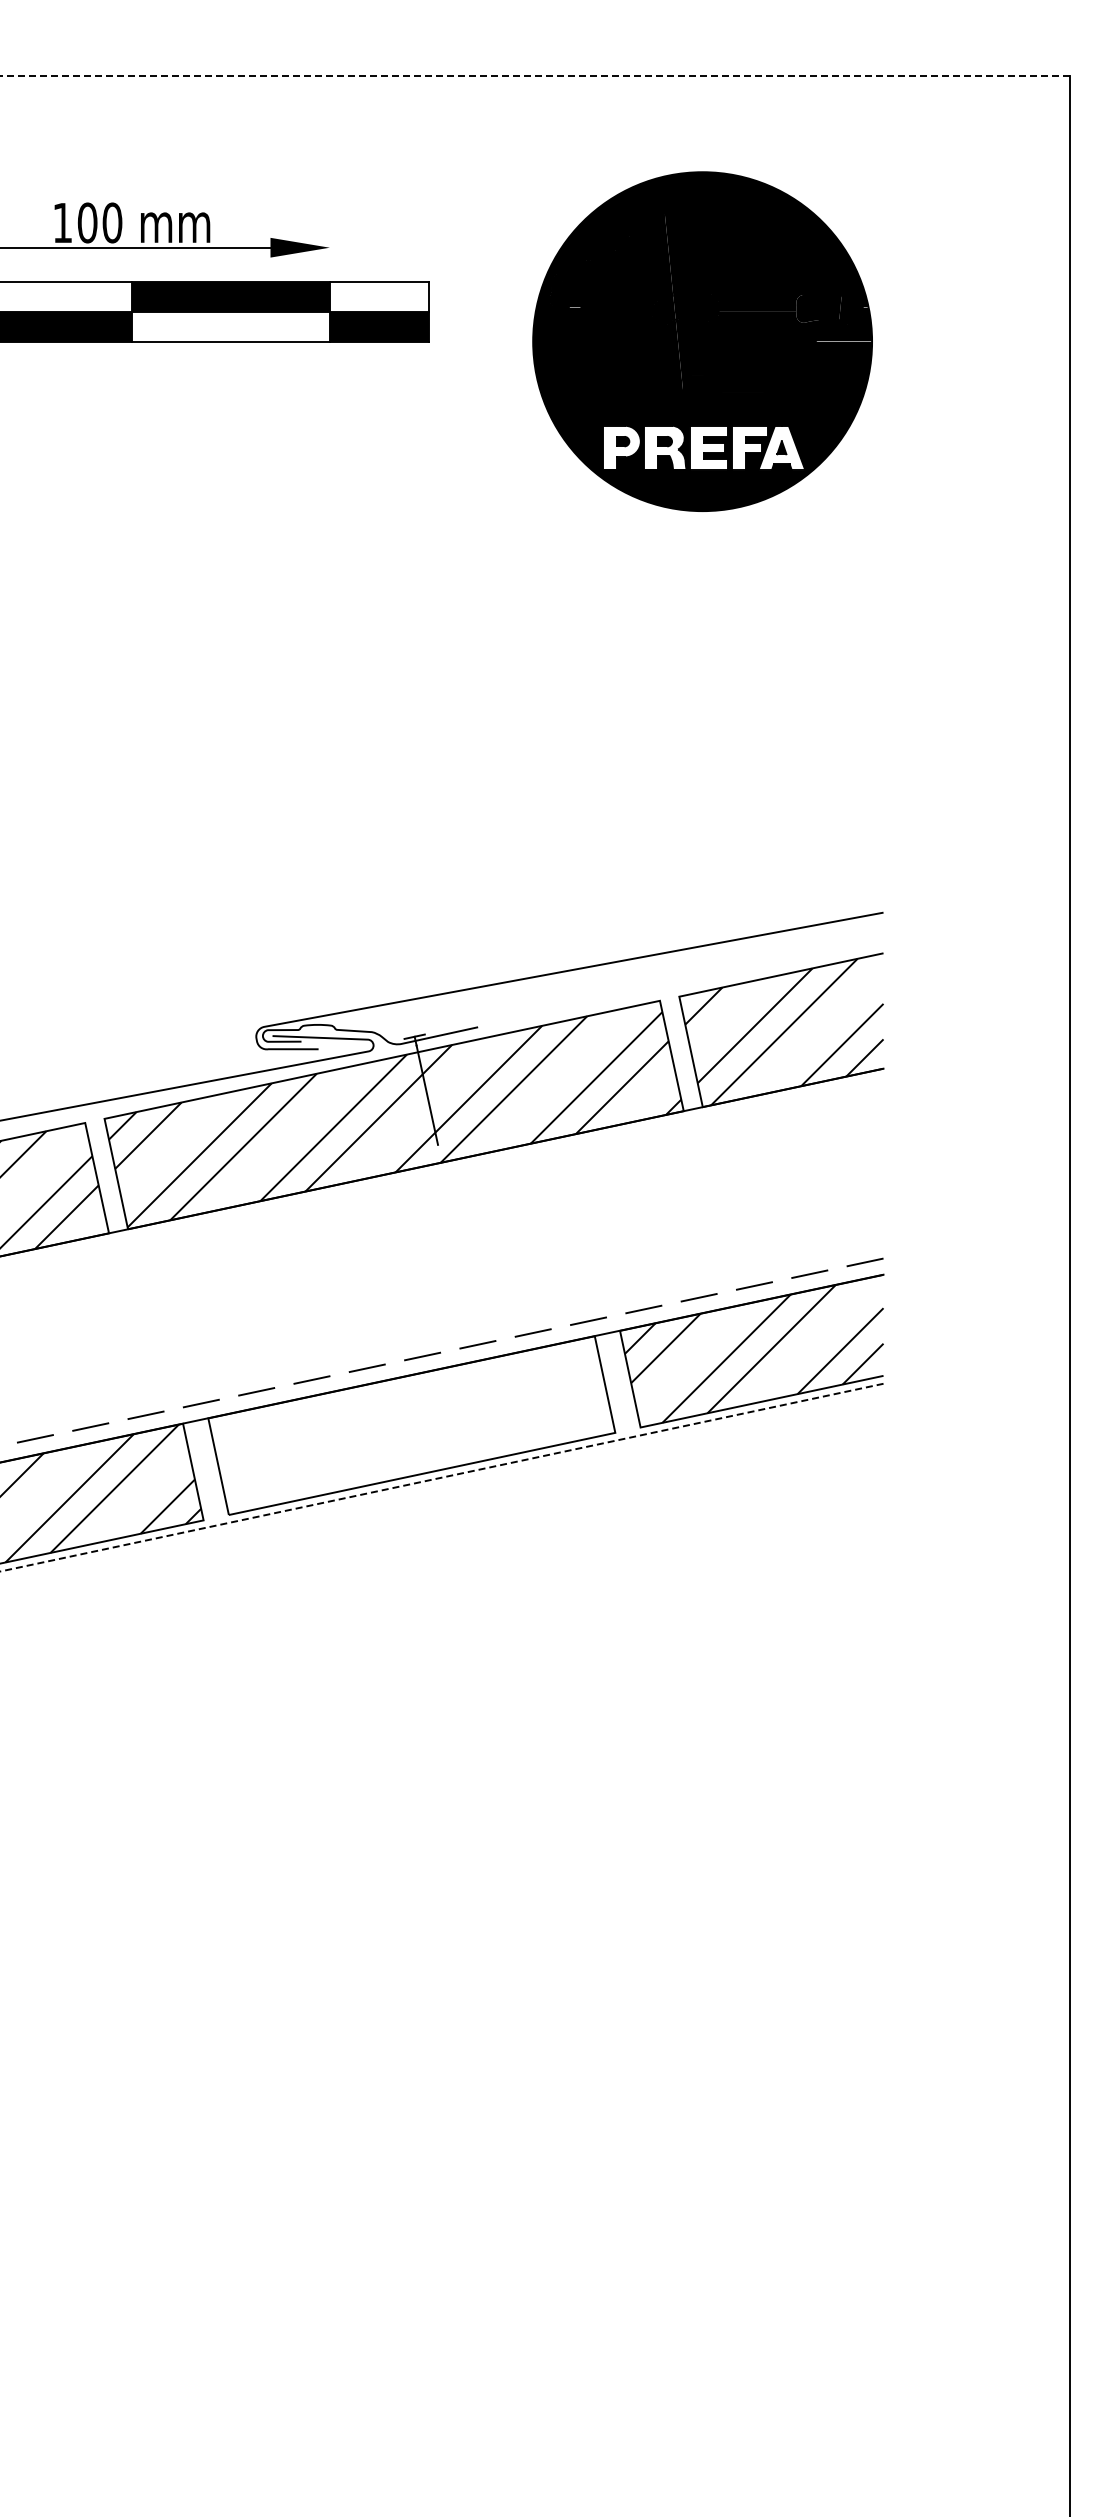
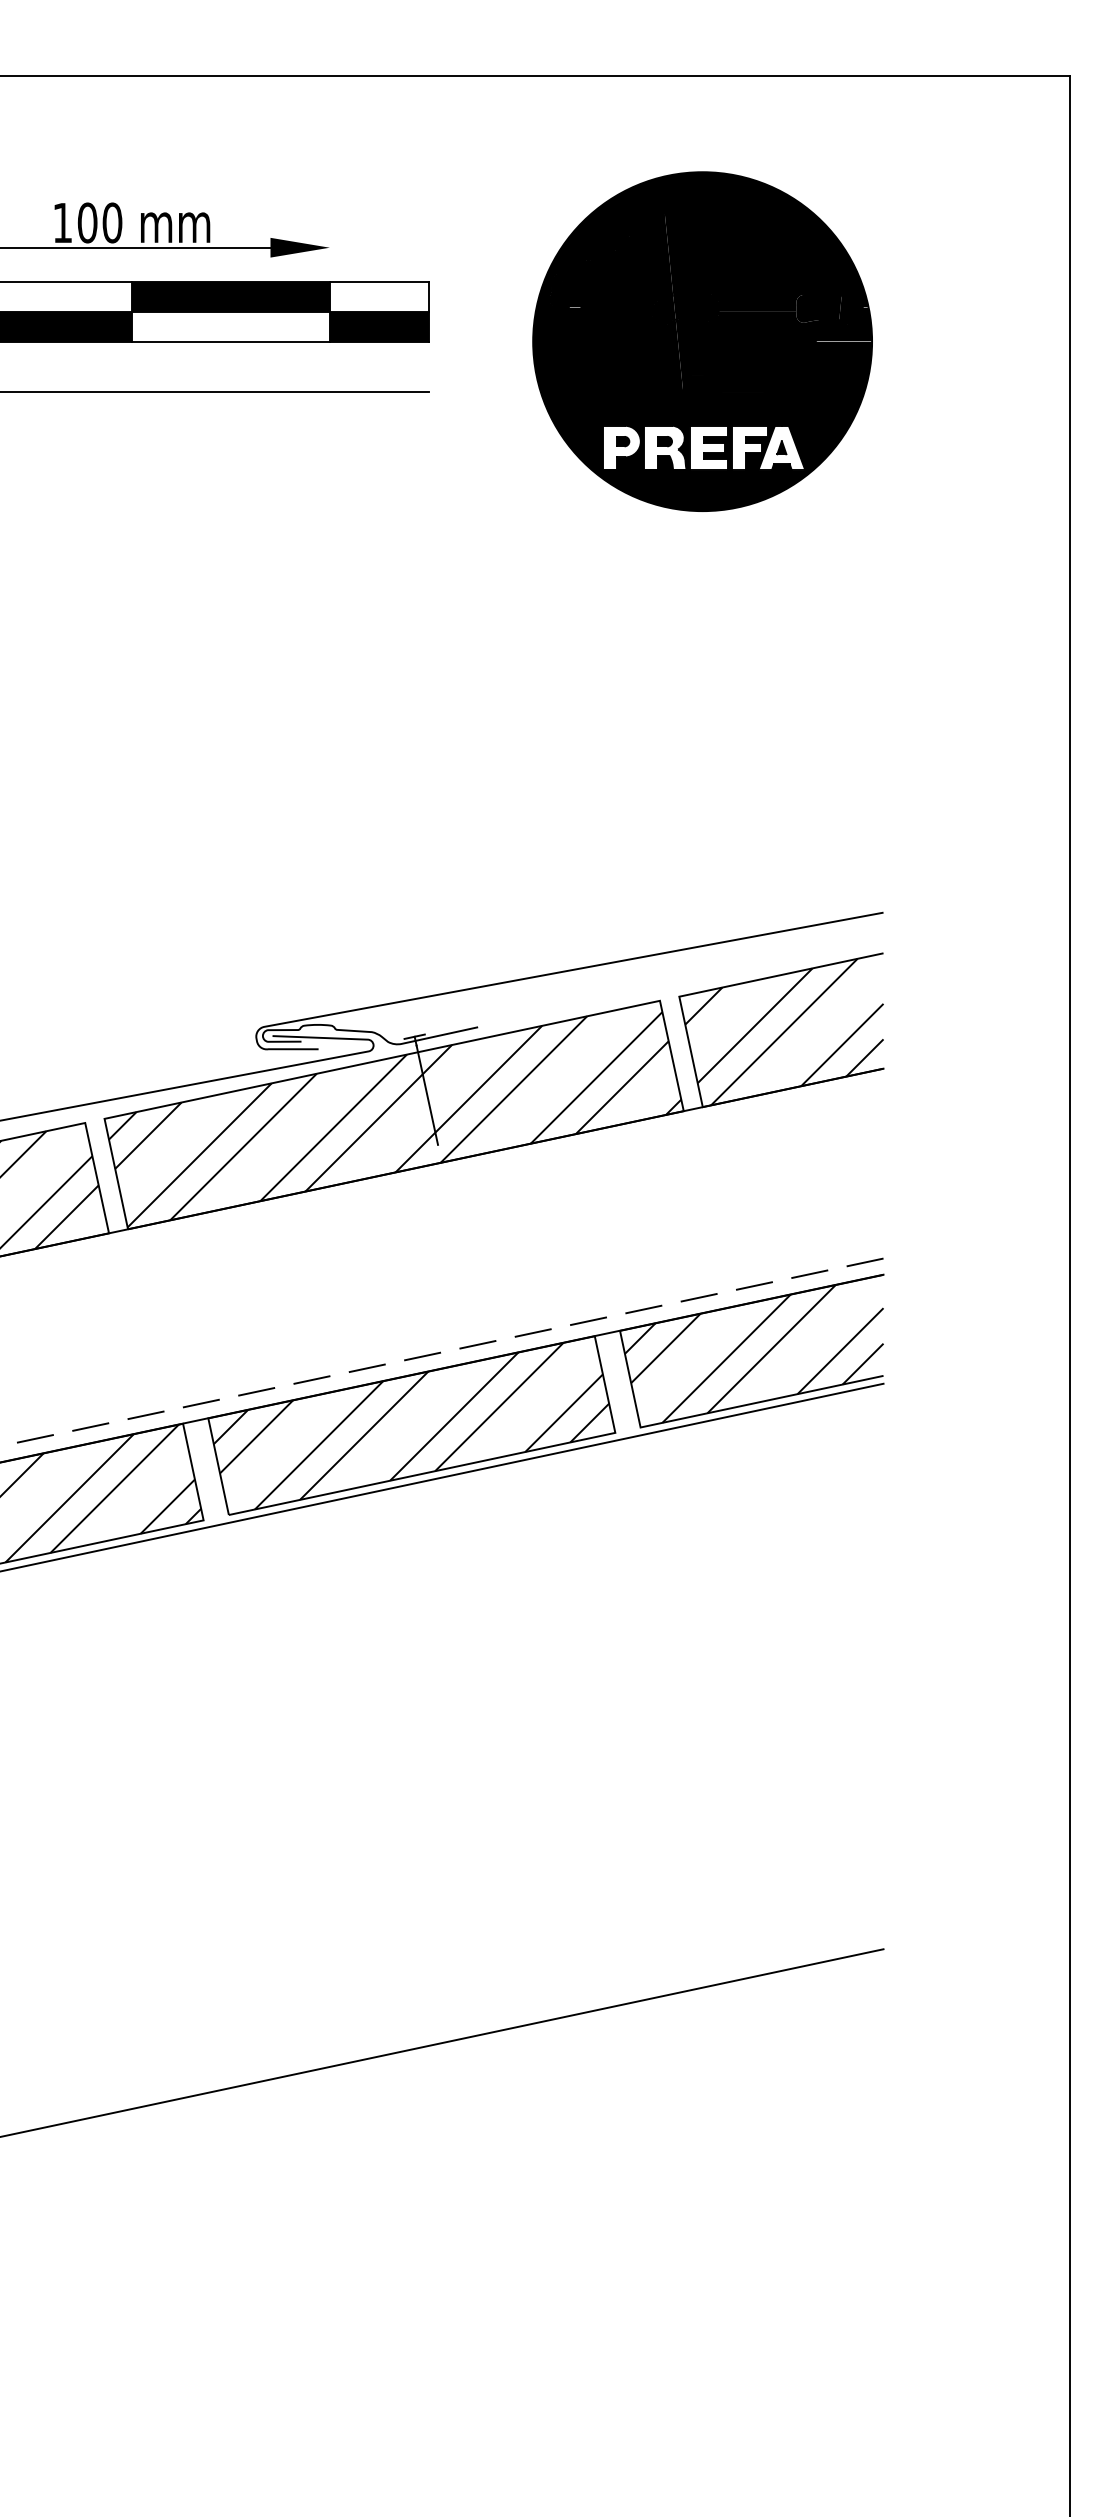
line at (535, 75): dashed -> solid
line at (215, 392): none -> present
hatch at (411, 1425): none -> present
line at (441, 1477): dashed -> solid
line at (442, 2042): none -> present
